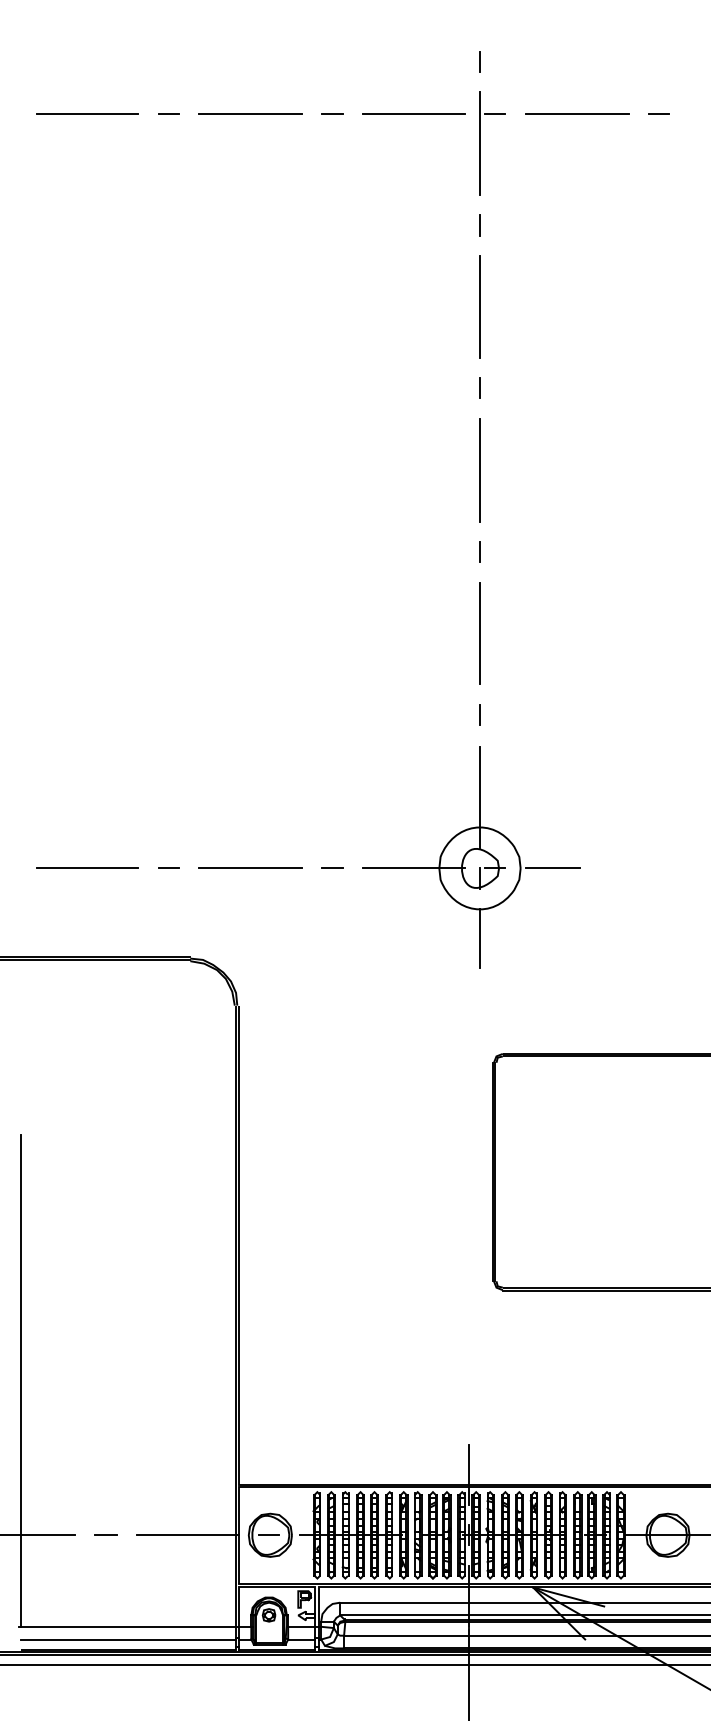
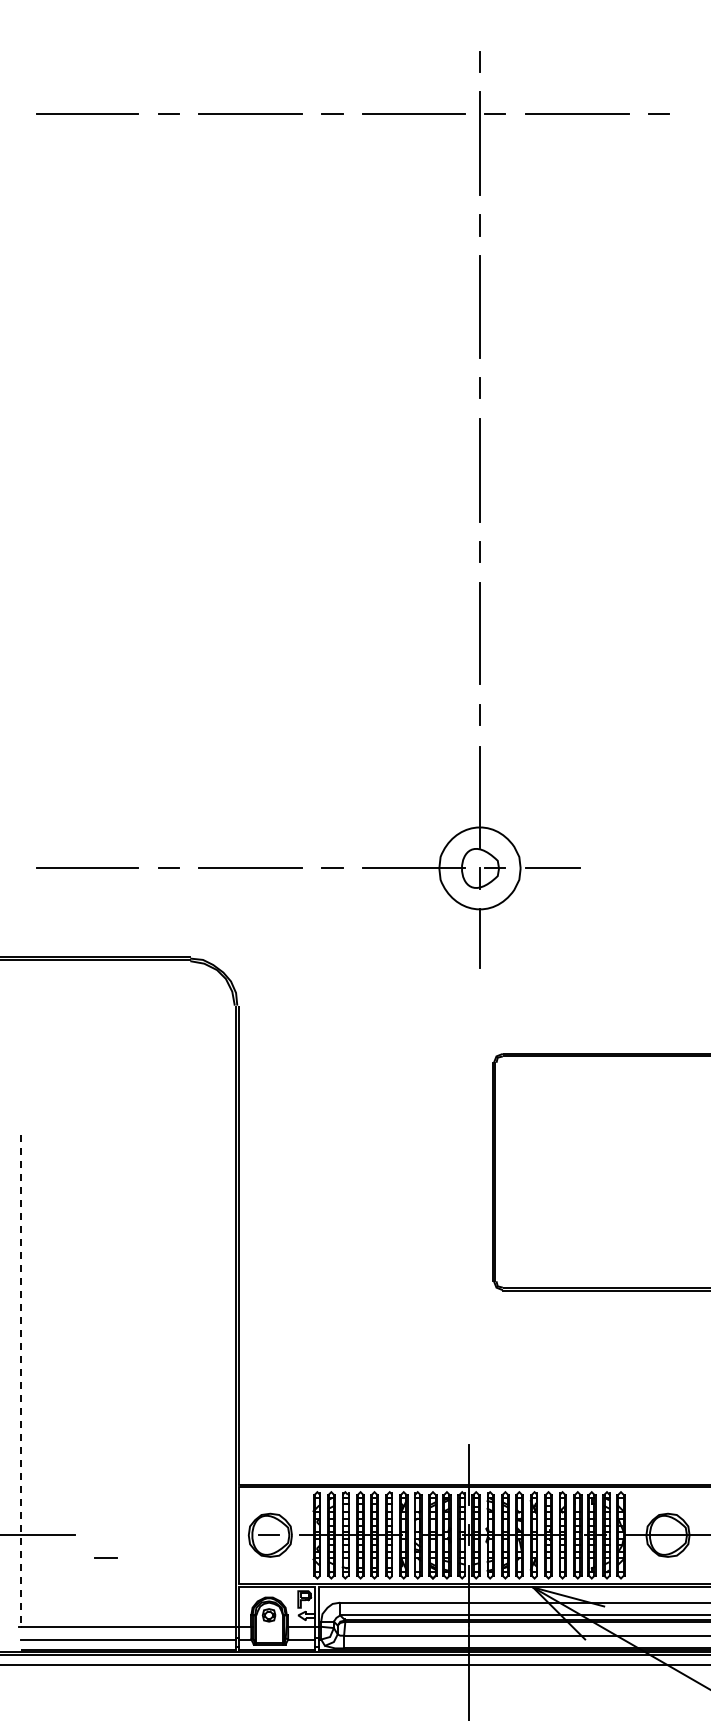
line at (21, 1381): solid -> dashed
line at (105, 1534) position: (105, 1534) -> (105, 1557)
line at (187, 1535): present -> none
